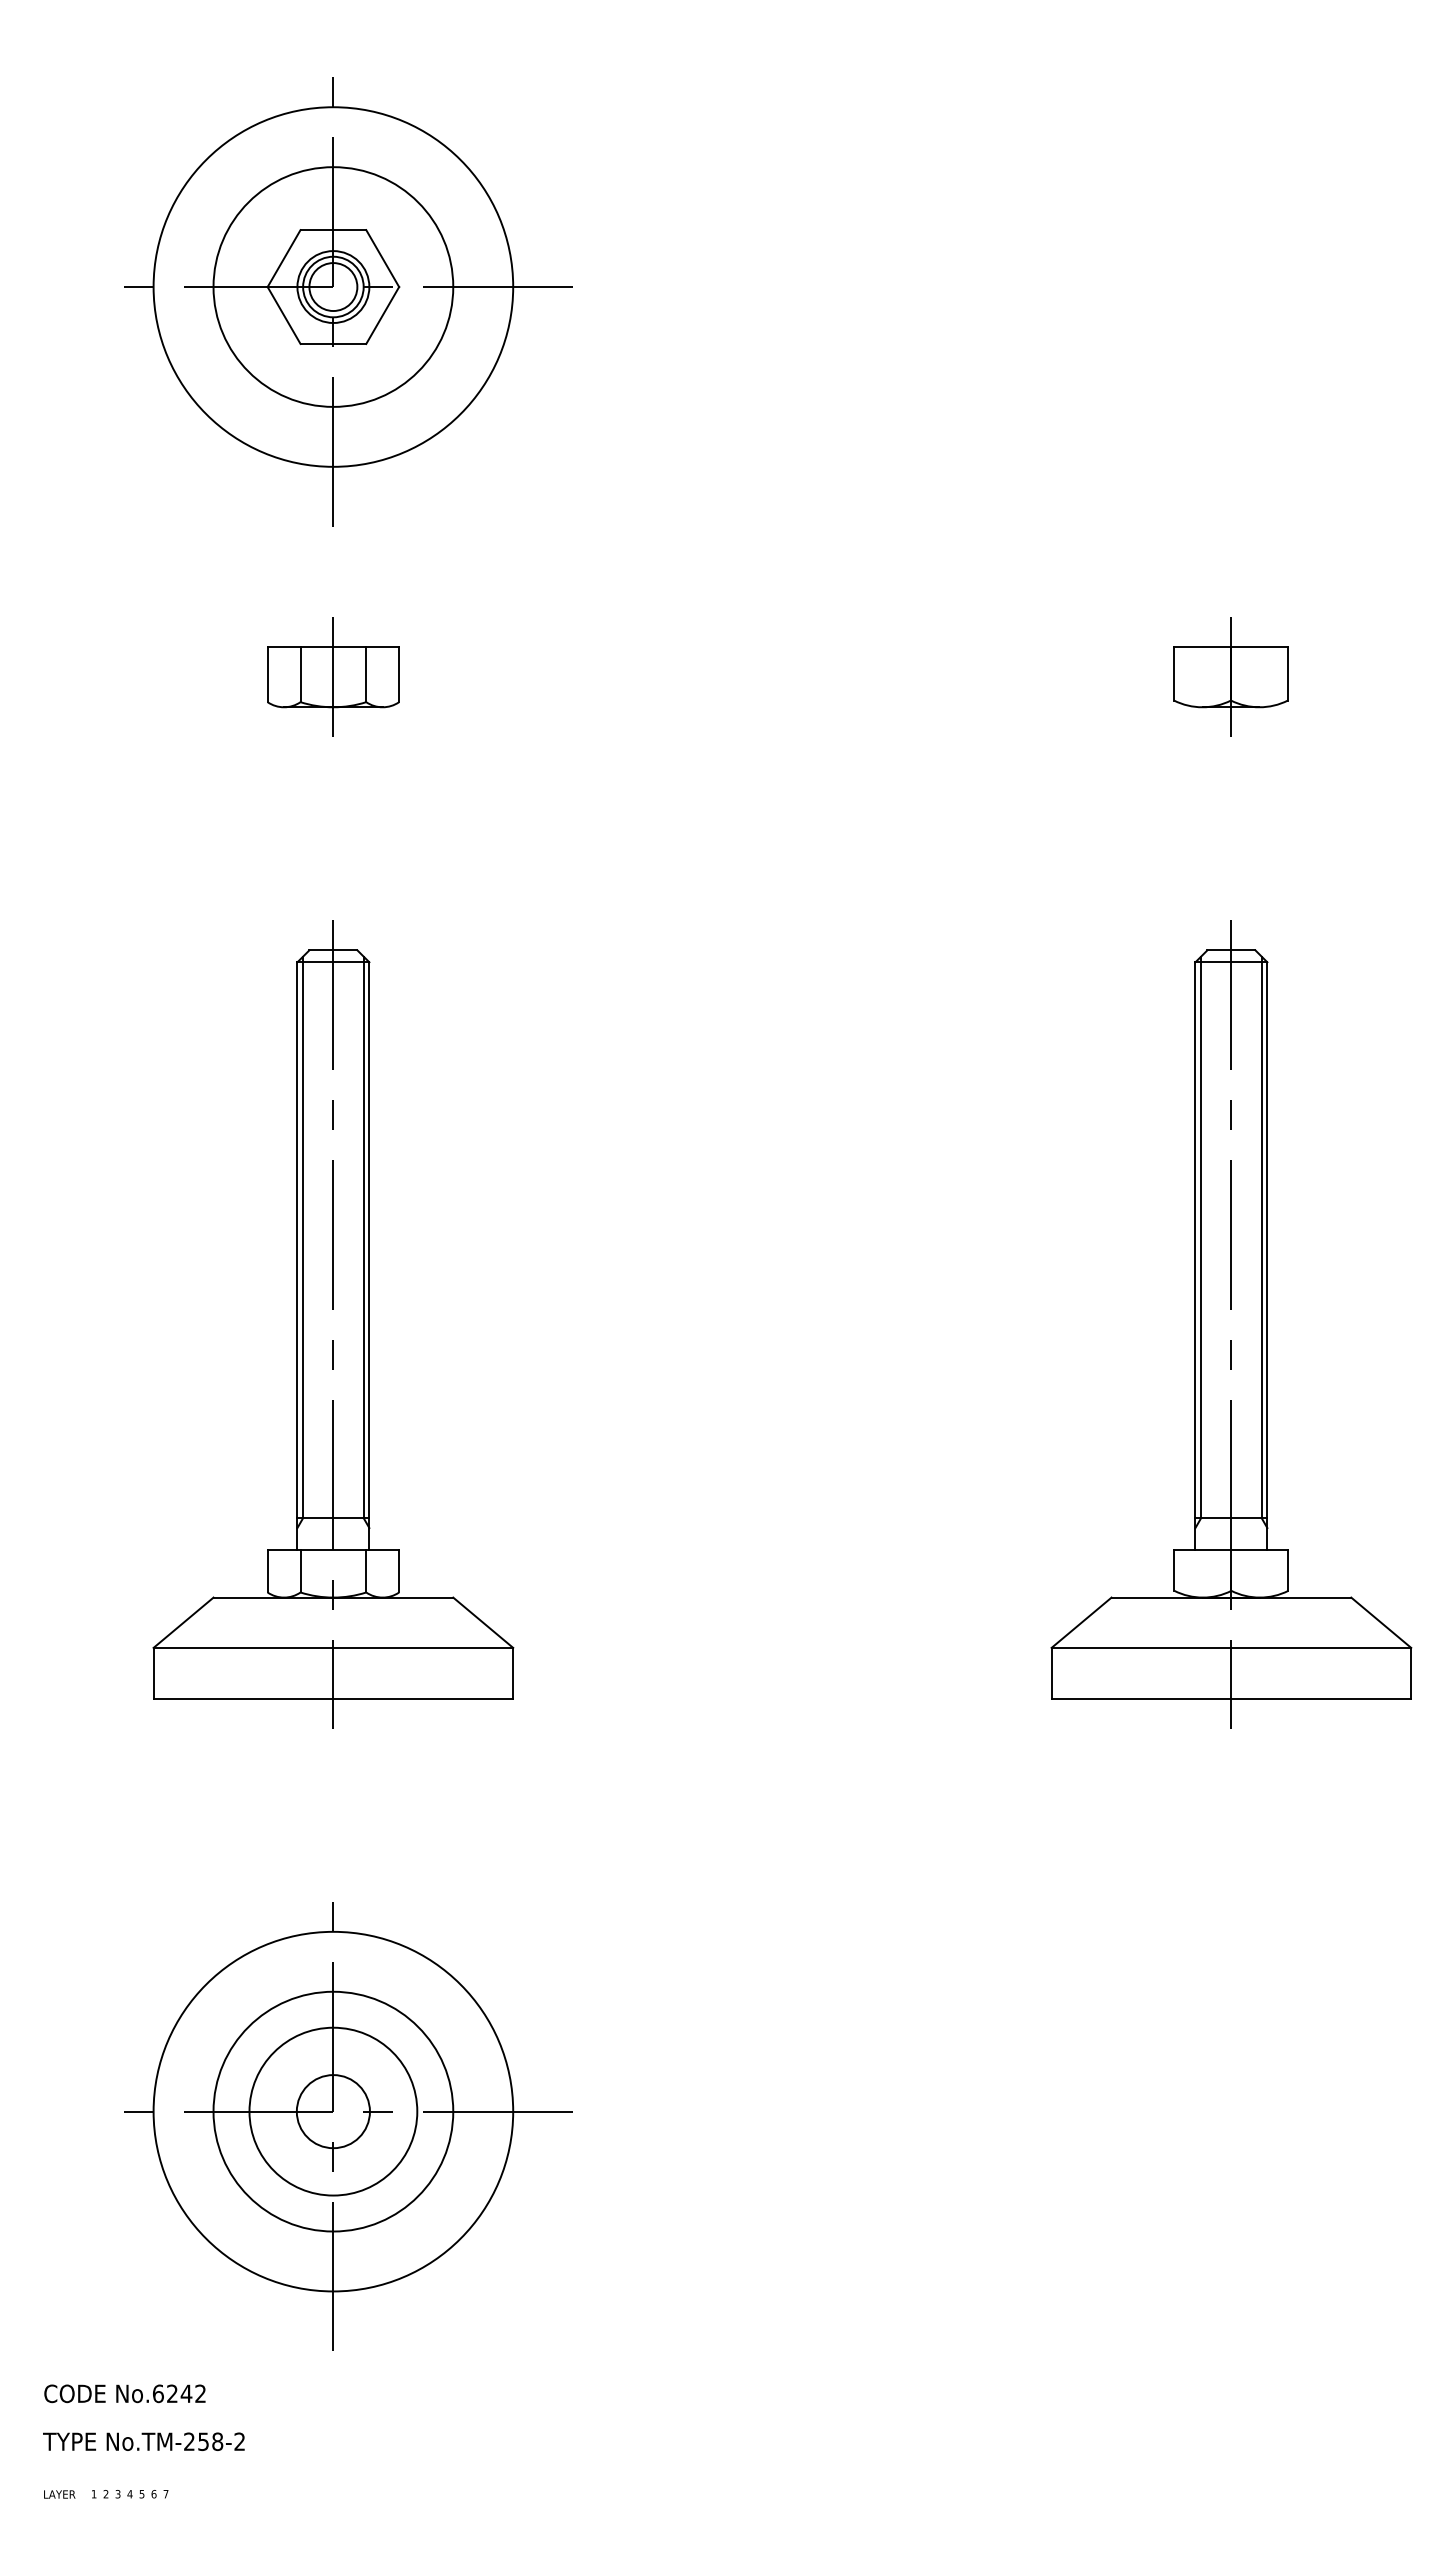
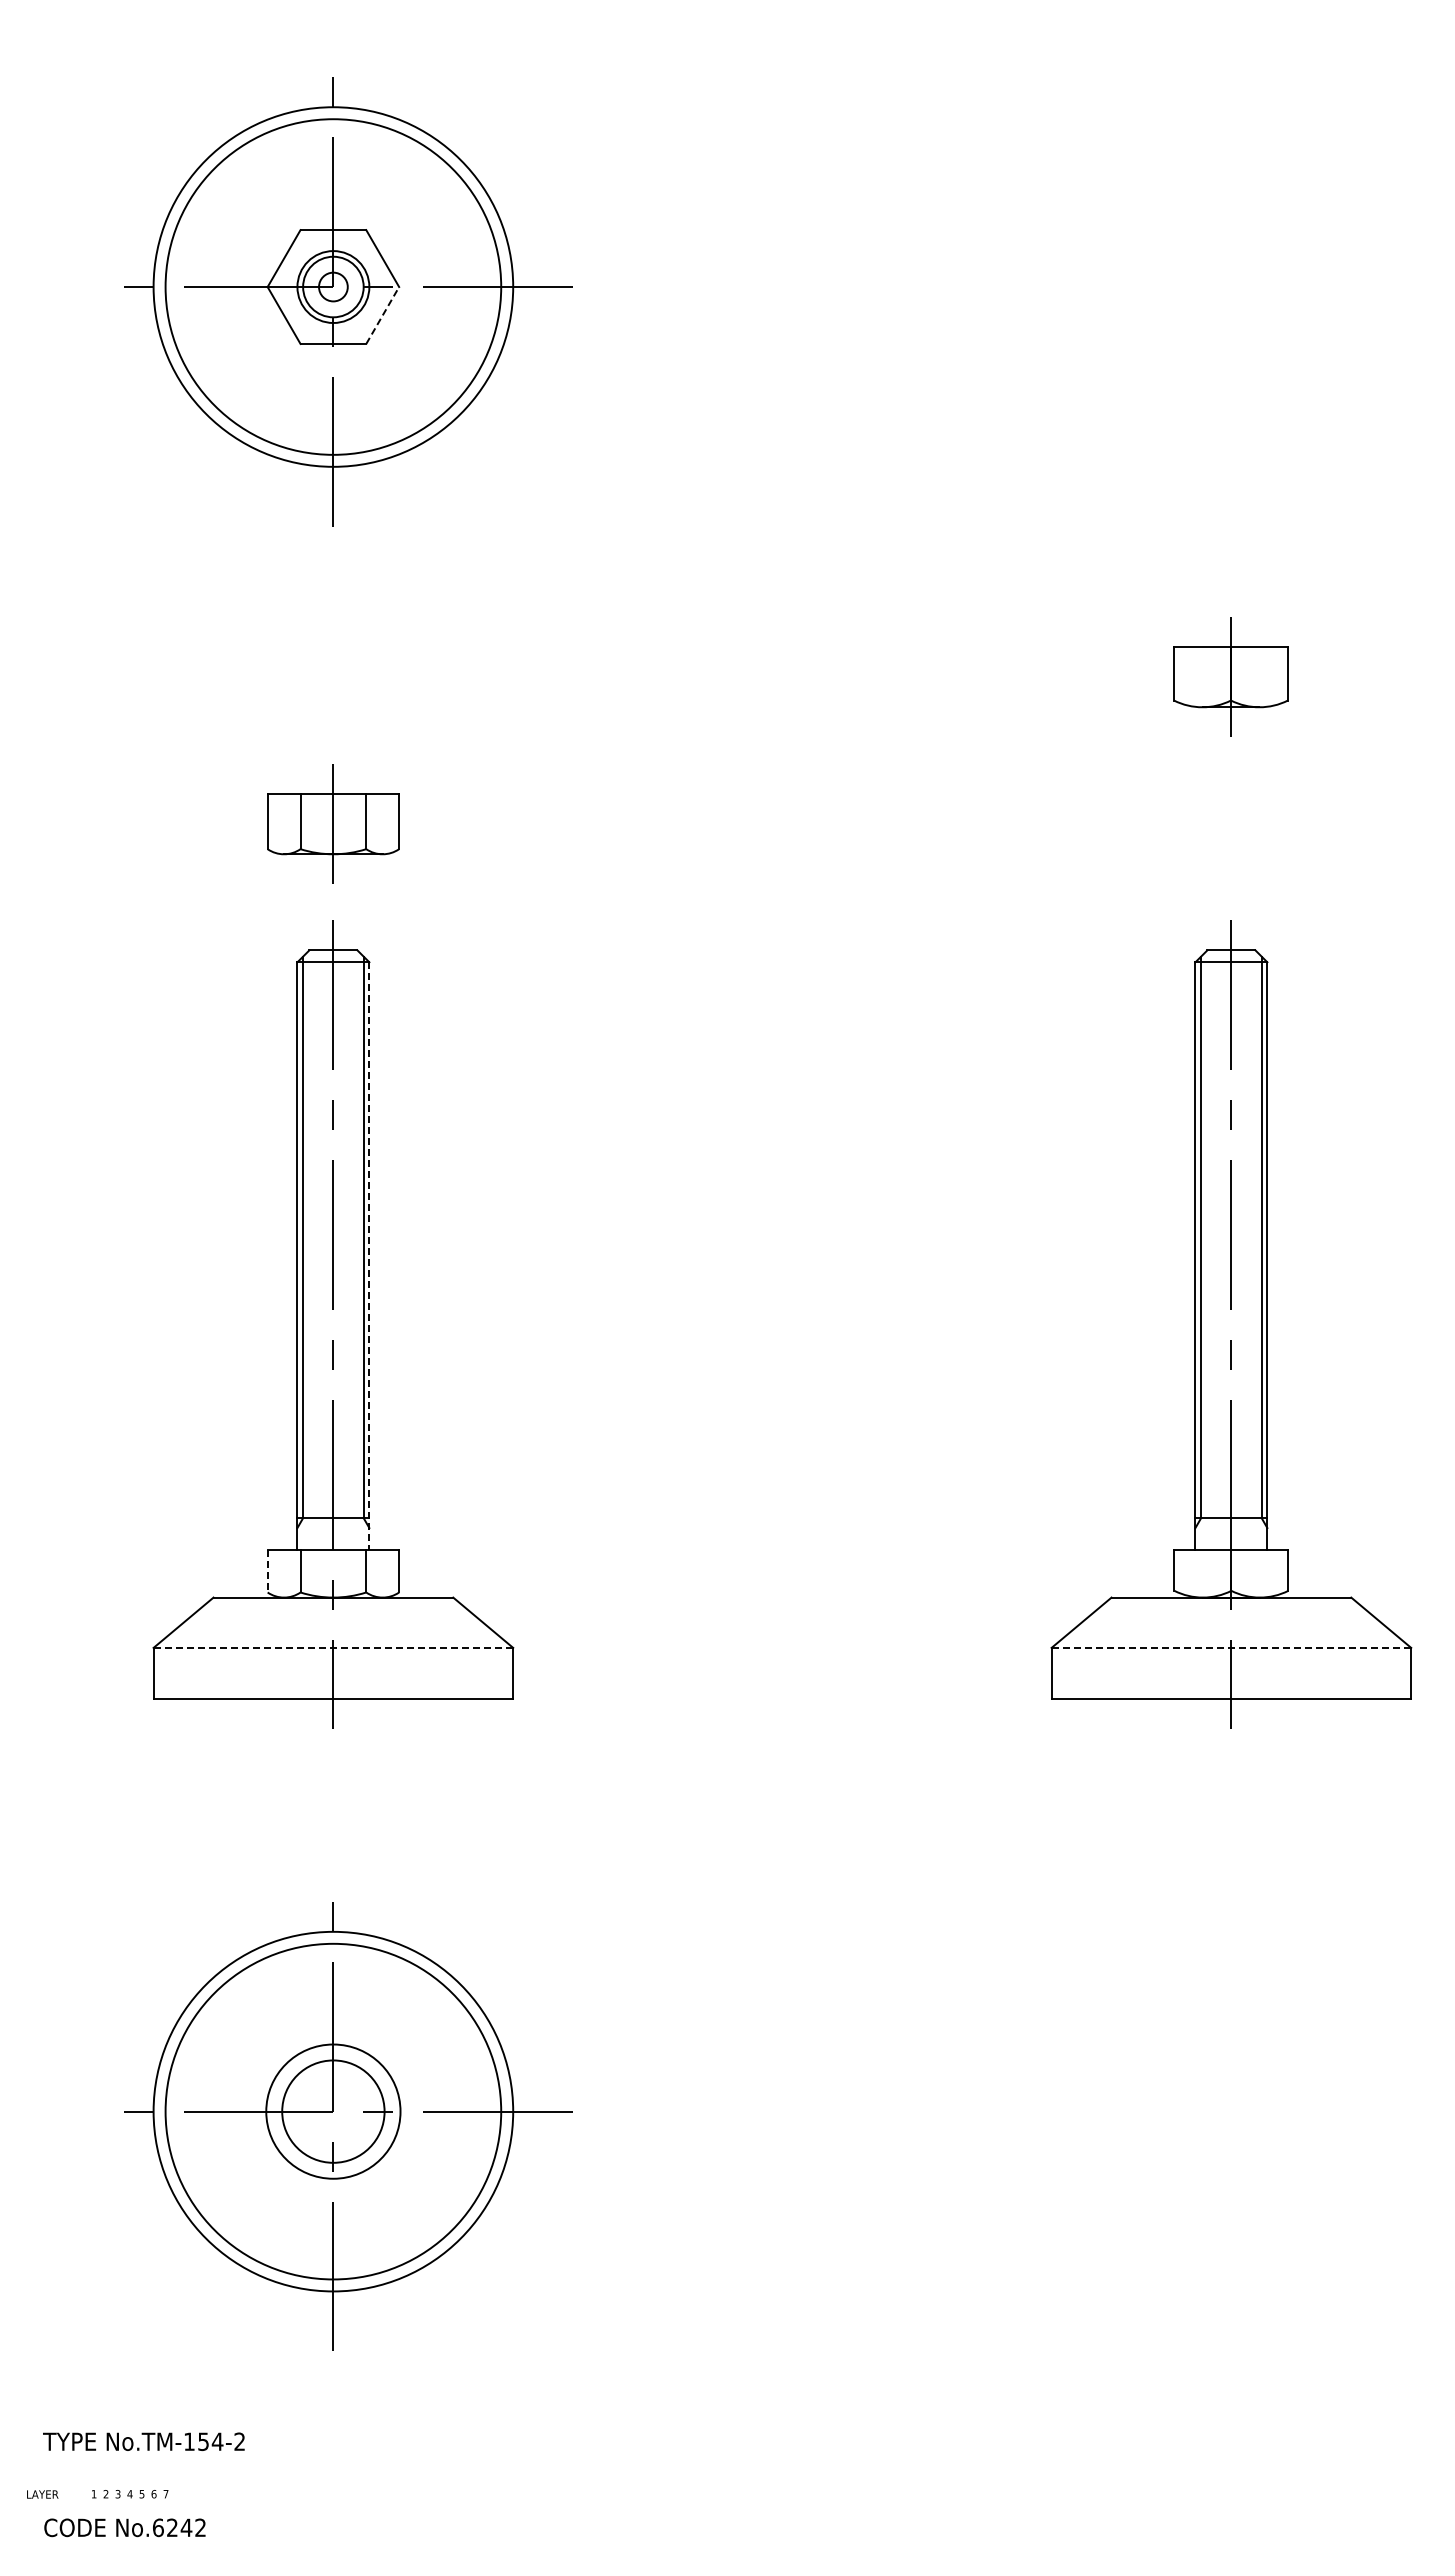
circle at (333, 286) diameter: 240 px -> 336 px
circle at (333, 287) diameter: 48 px -> 29 px
line at (382, 315): solid -> dashed
part at (333, 676) position: (333, 676) -> (333, 823)
line at (369, 1255): solid -> dashed
line at (267, 1571): solid -> dashed
line at (333, 1647): solid -> dashed
line at (1231, 1647): solid -> dashed
circle at (332, 2111) diameter: 73 px -> 102 px
circle at (333, 2111) diameter: 168 px -> 134 px
circle at (333, 2111) diameter: 240 px -> 336 px
text at (124, 2393) position: (124, 2393) -> (124, 2527)
text at (203, 2441): No.TM-258-2 -> No.TM-154-2
text at (59, 2494) position: (59, 2494) -> (42, 2494)
